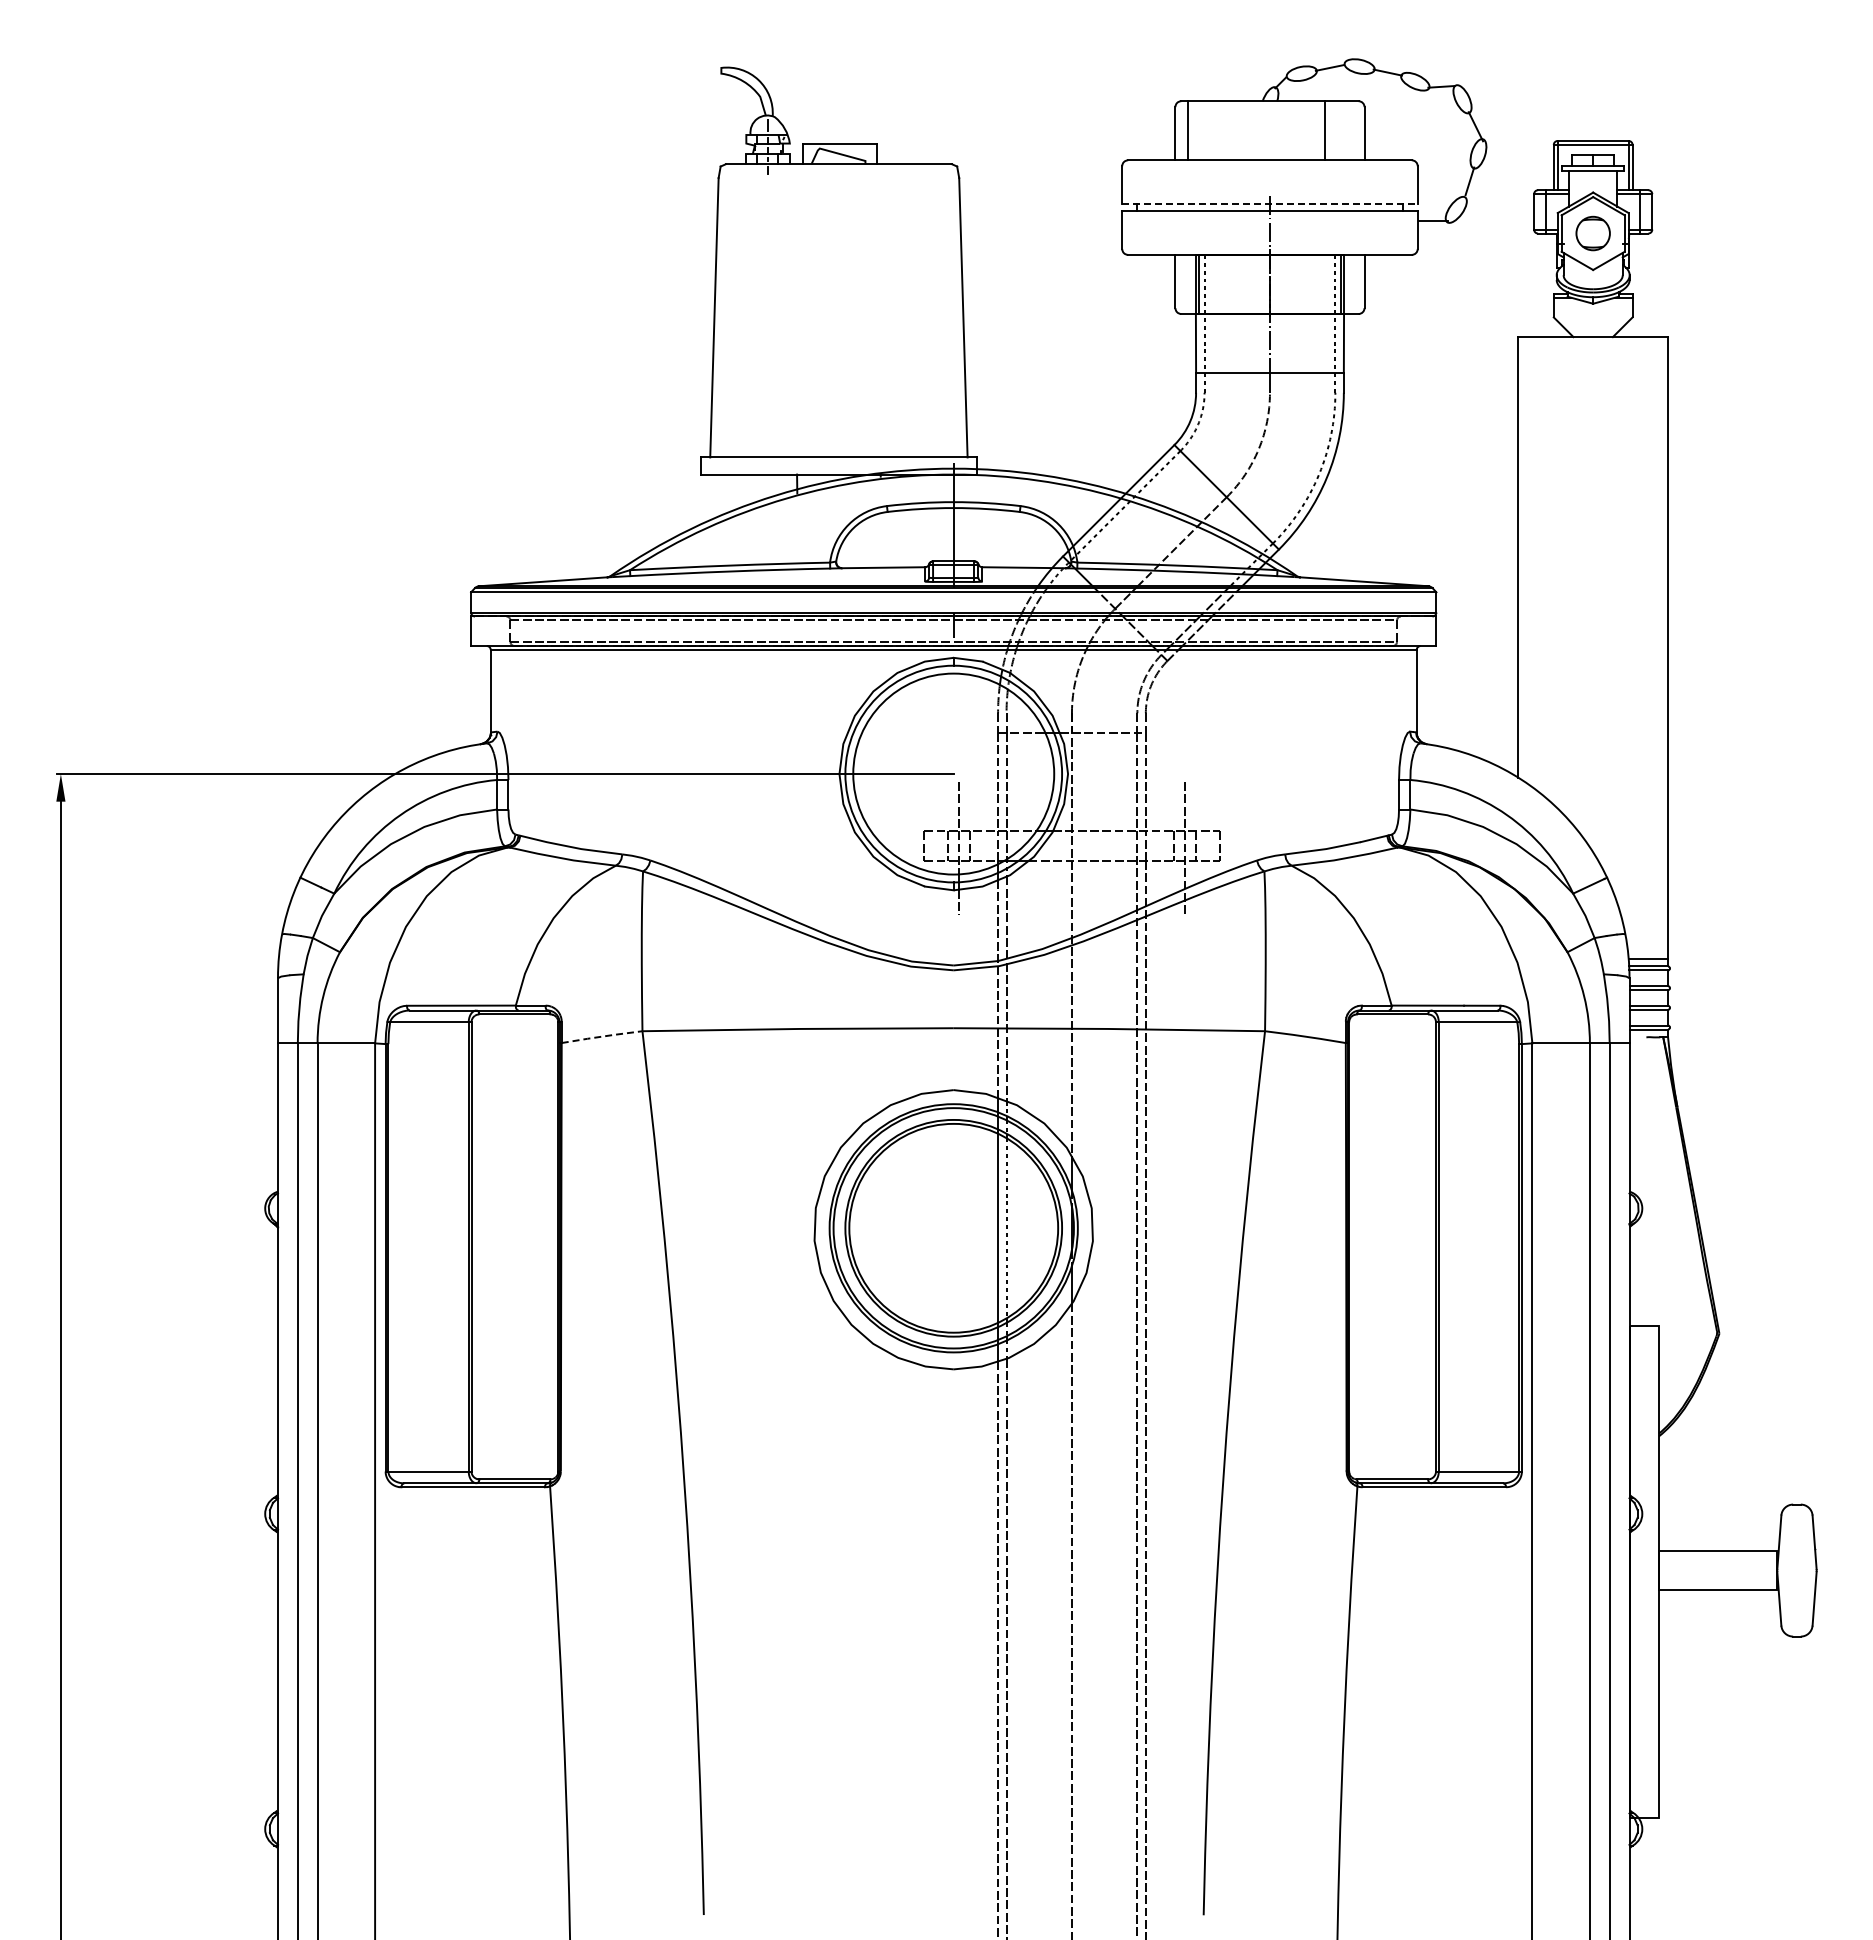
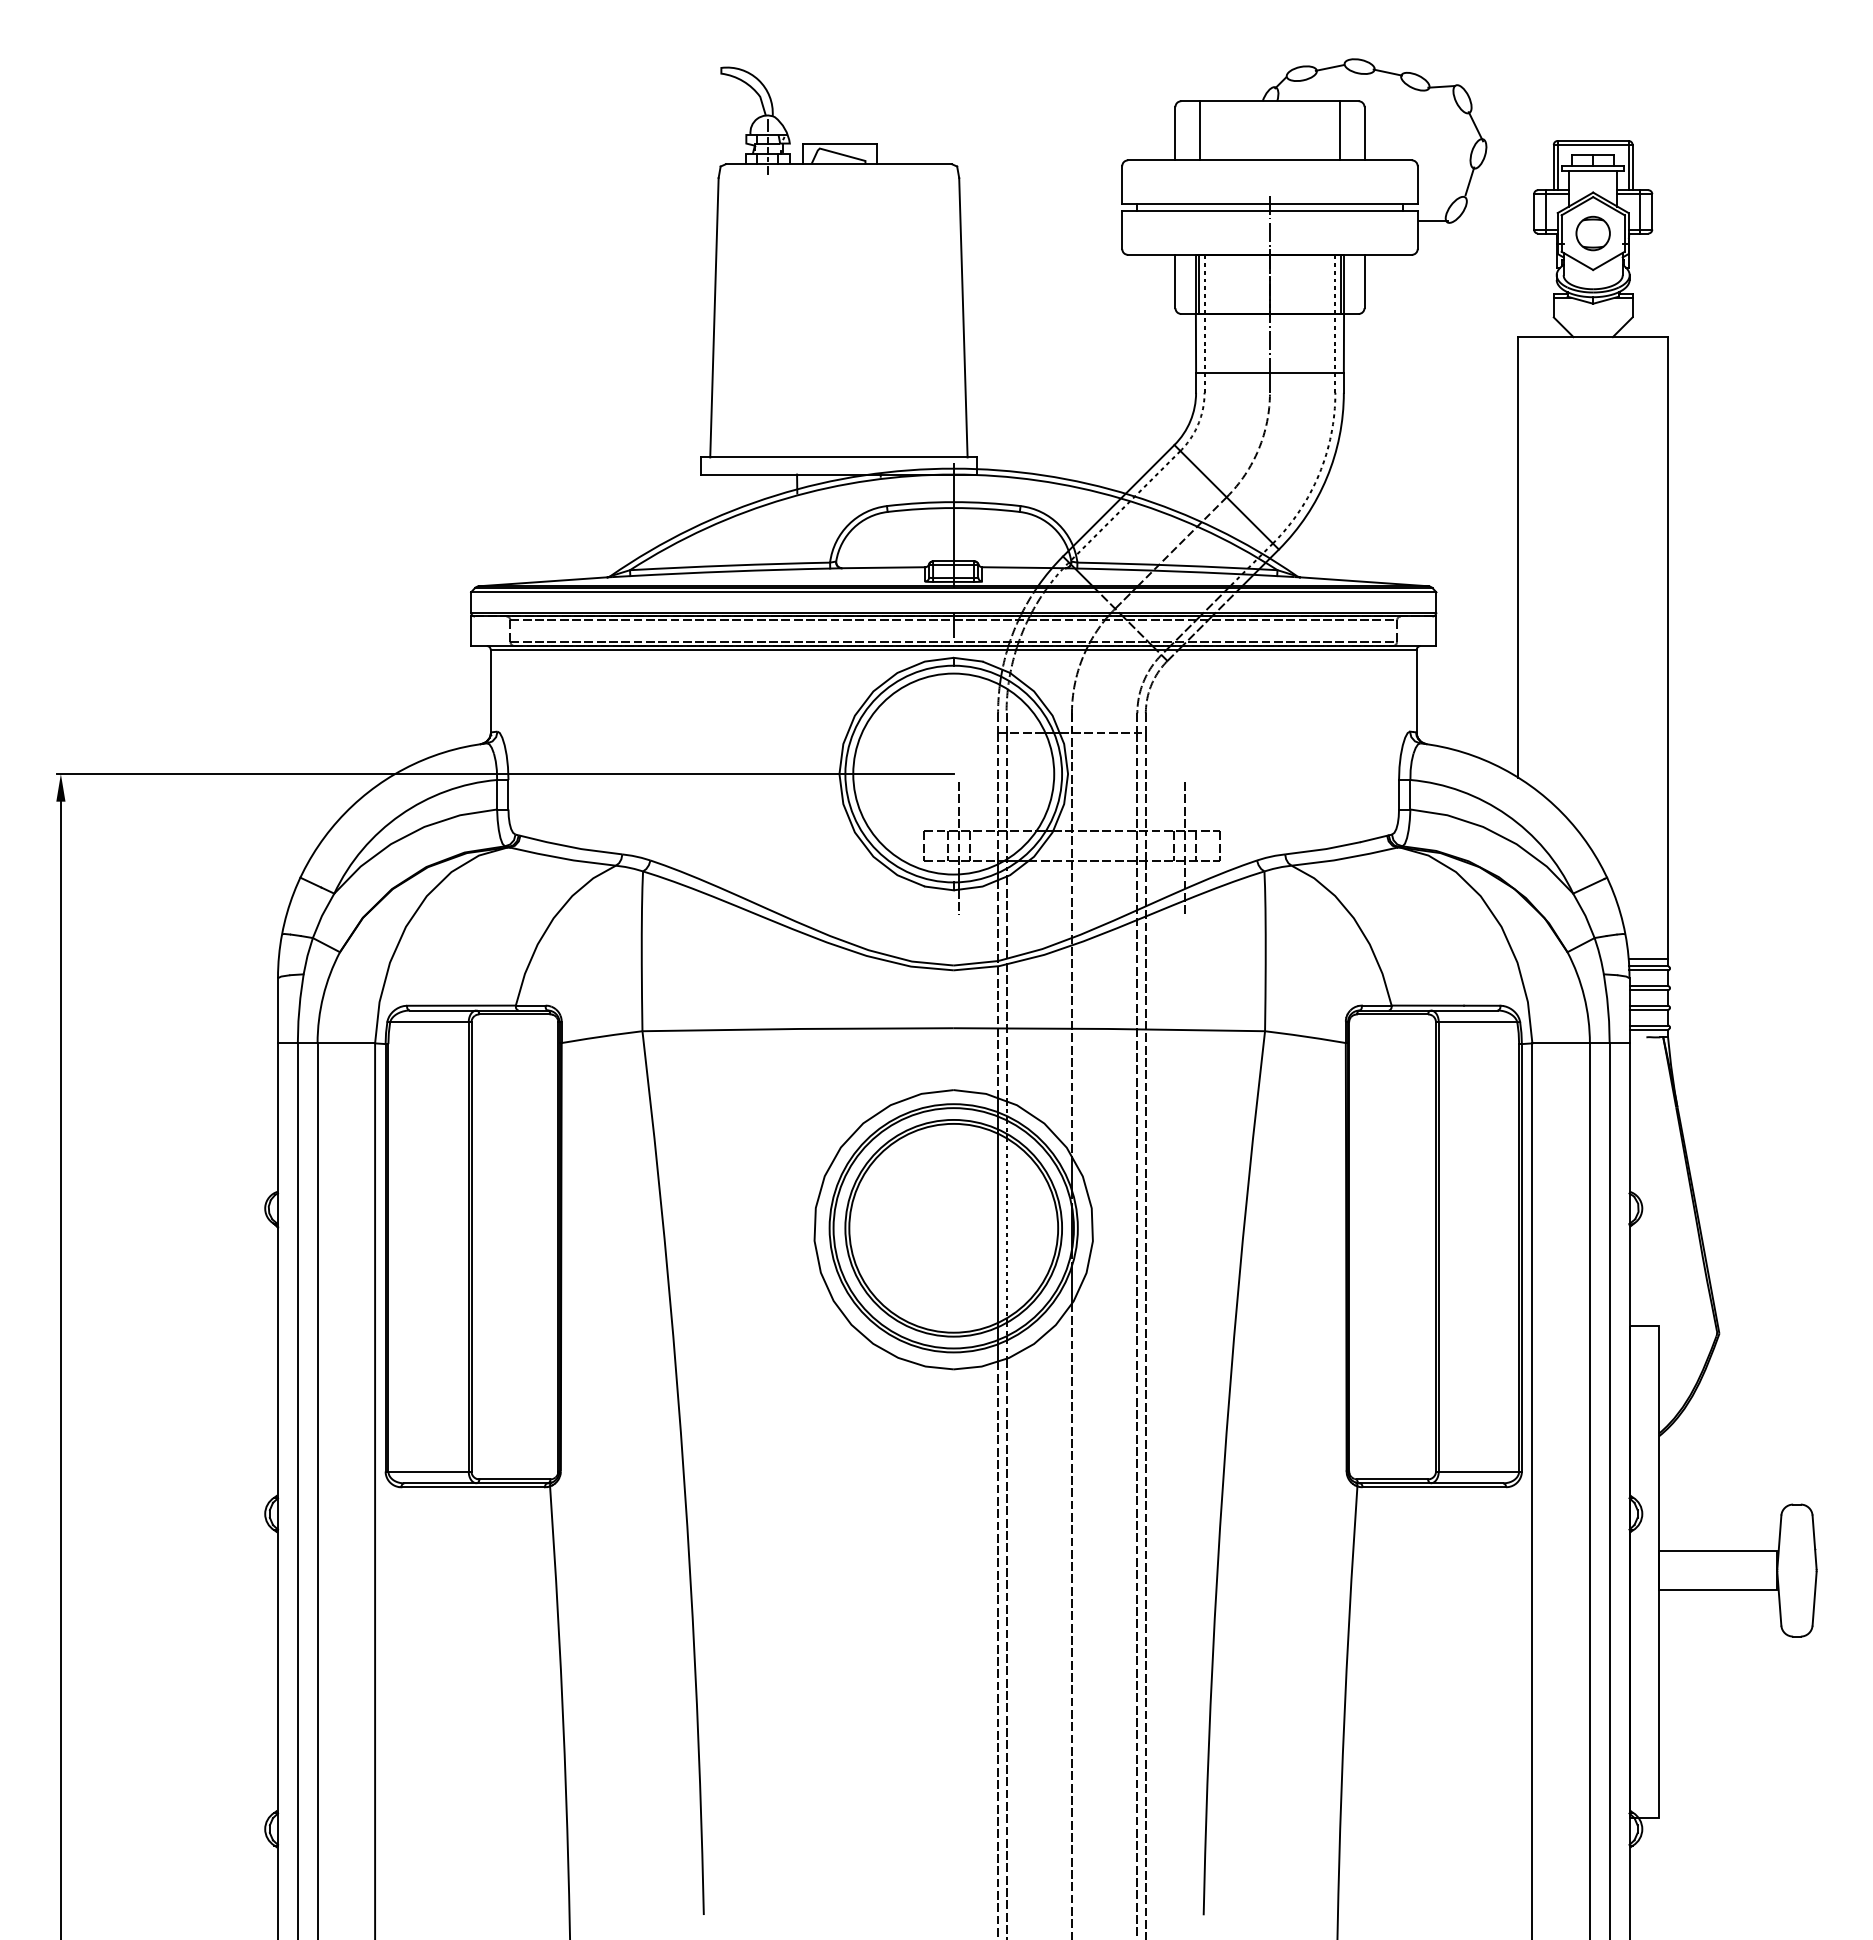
line at (1188, 130) position: (1188, 130) -> (1200, 130)
line at (1324, 130) position: (1324, 130) -> (1339, 130)
line at (1269, 204): dashed -> solid
line at (602, 1036): dashed -> solid
